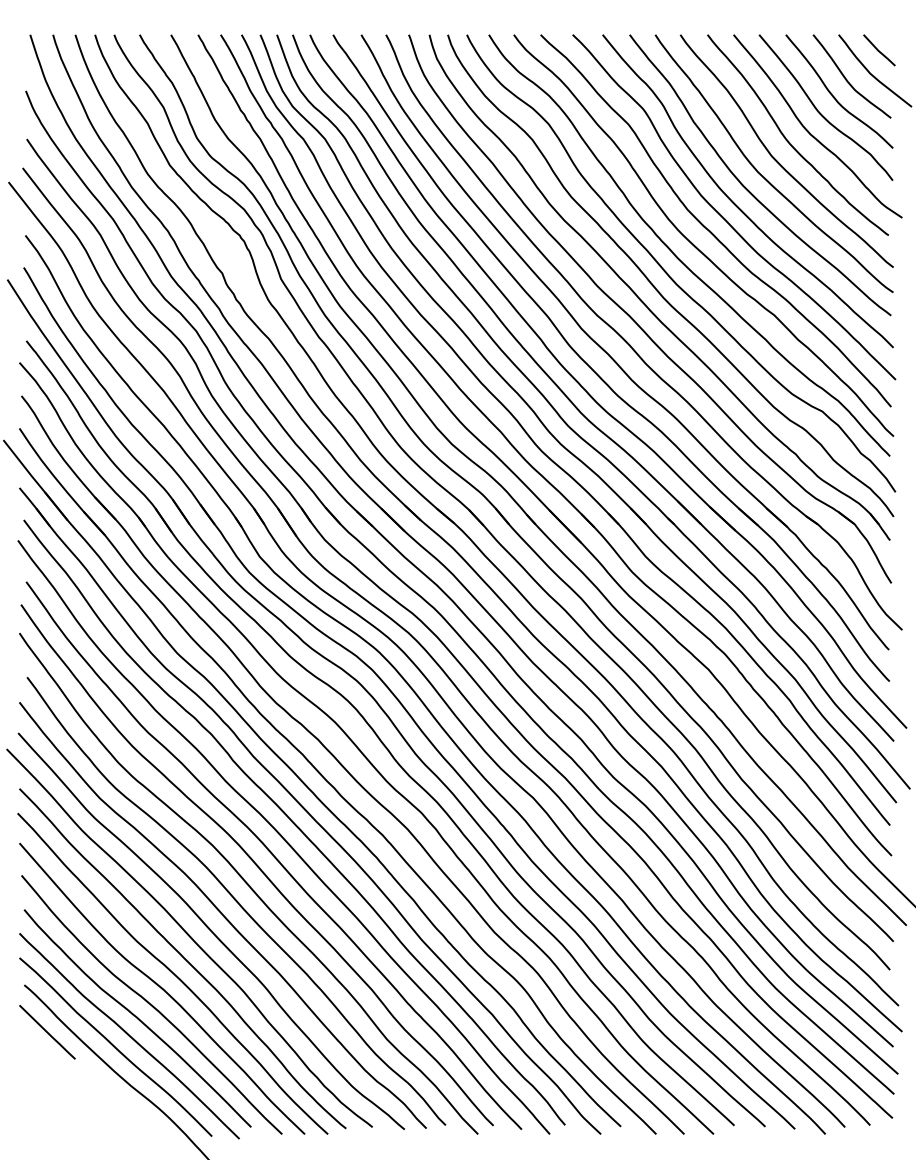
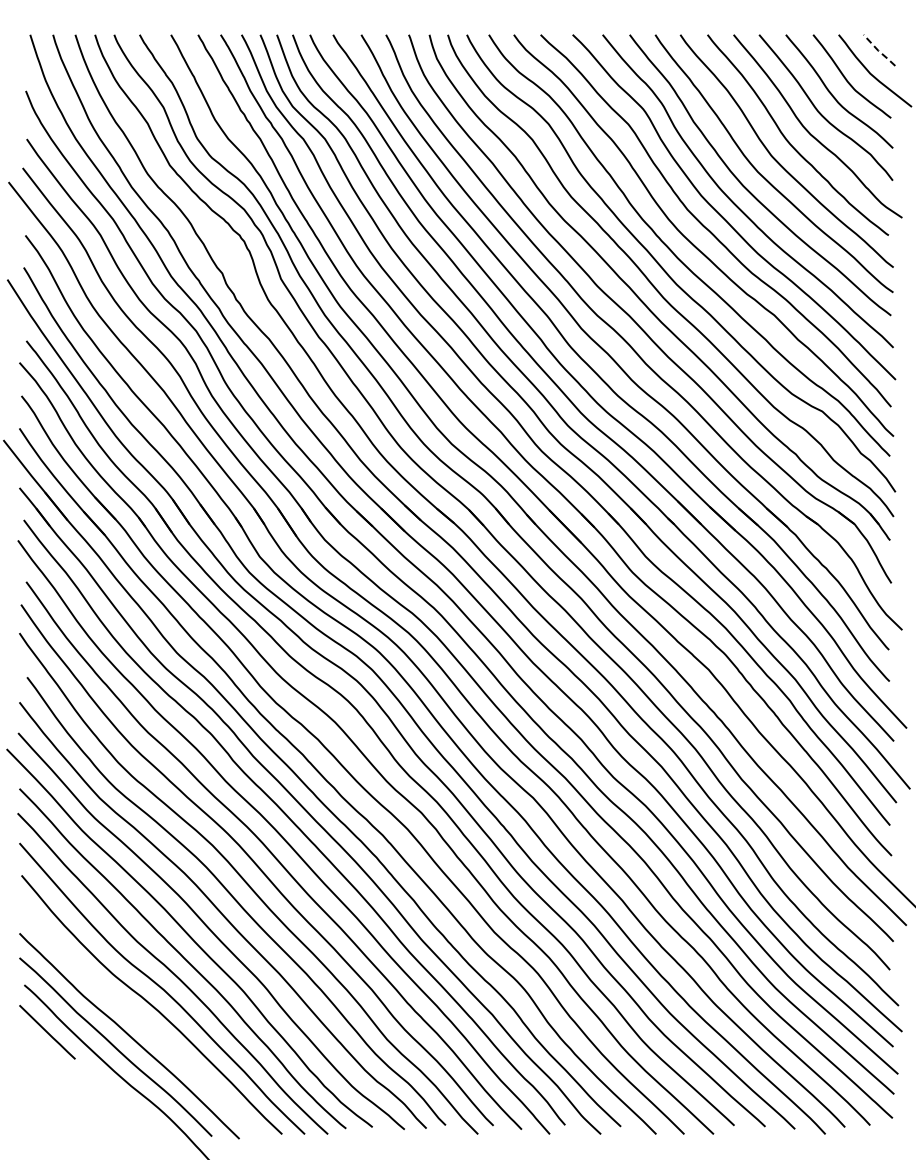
line at (879, 51): solid -> dashed
curve at (137, 1018): present -> none
